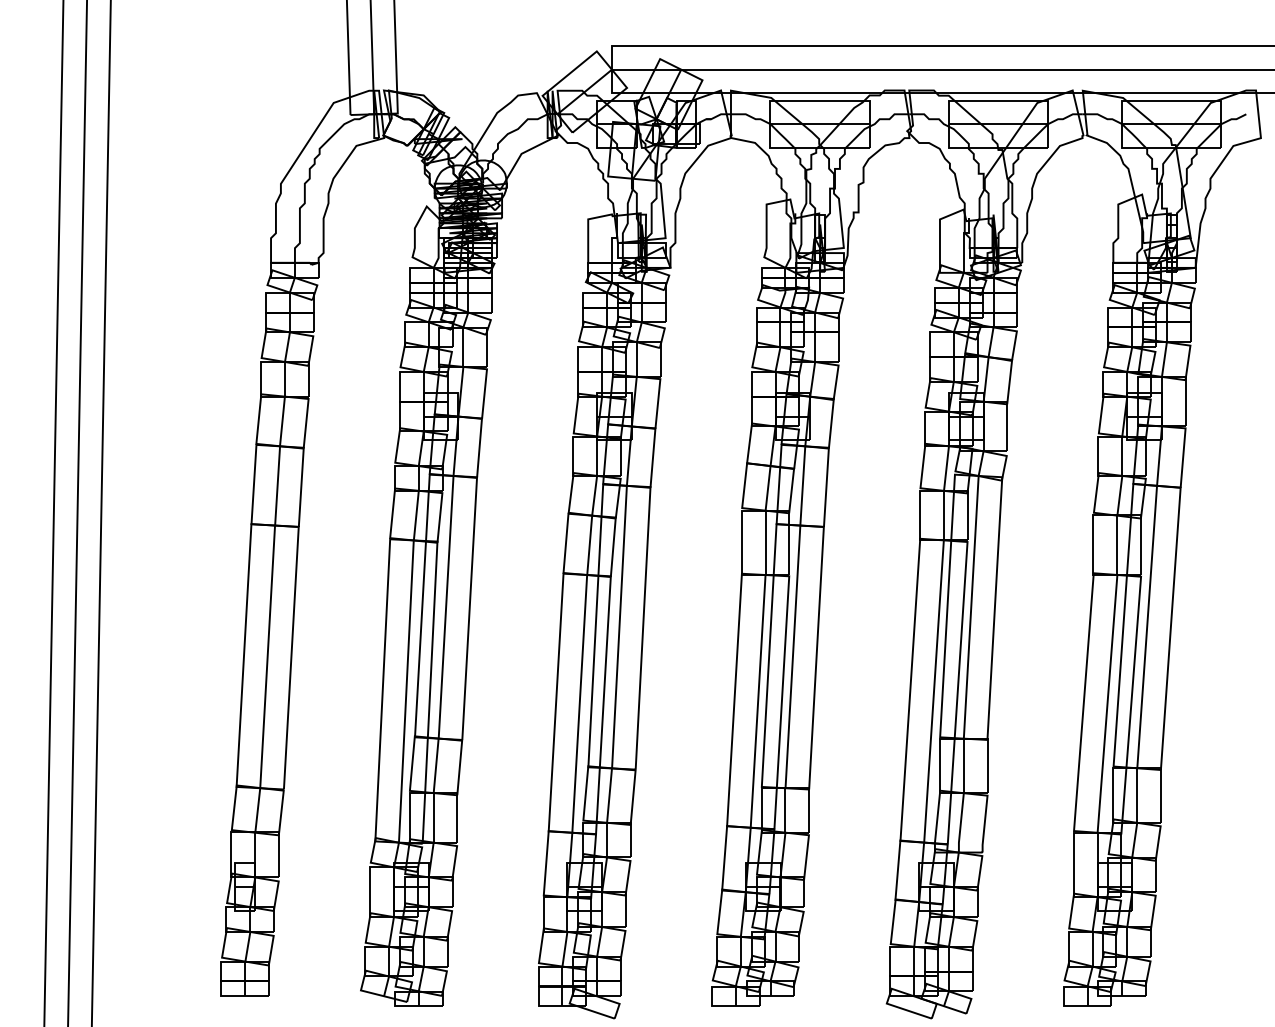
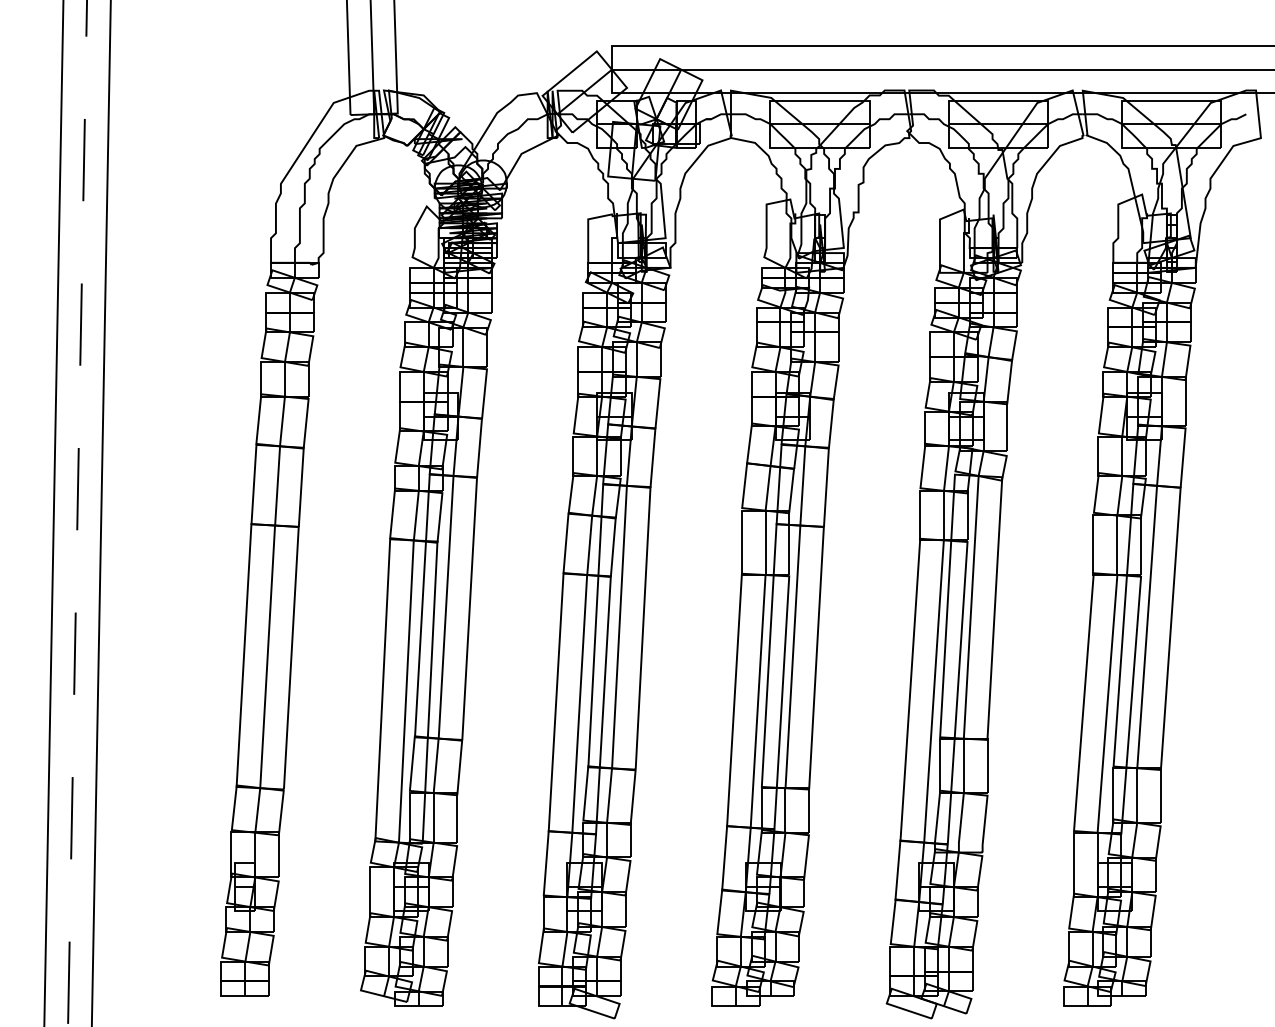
line at (77, 513): solid -> dashed
